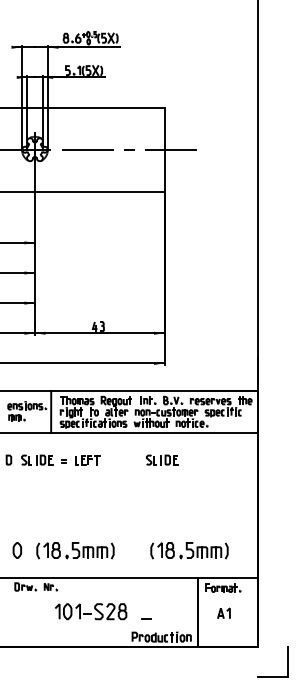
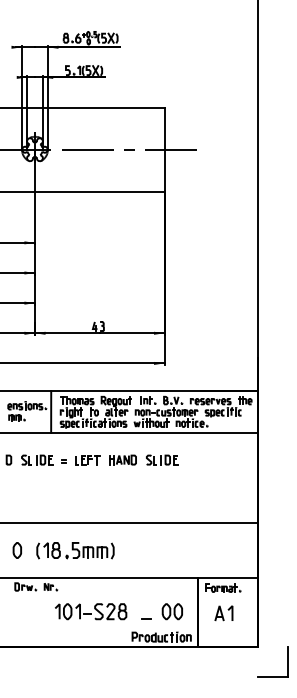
part at (122, 459): none -> present
line at (129, 523): none -> present
part at (189, 550): present -> none
part at (171, 611): none -> present
part at (223, 612) size: 14x12 px -> 20x17 px
